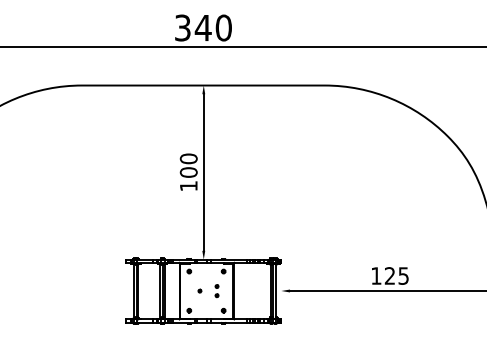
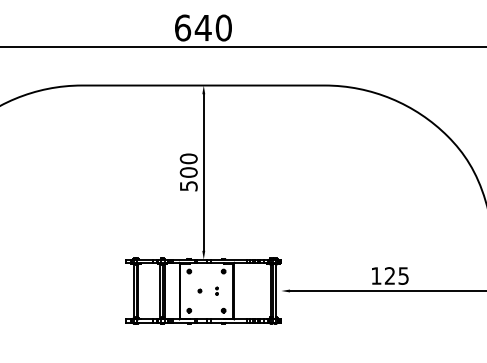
text at (183, 27): 340 -> 640
text at (188, 186): 100 -> 500
part at (216, 291) size: 6x15 px -> 4x10 px
